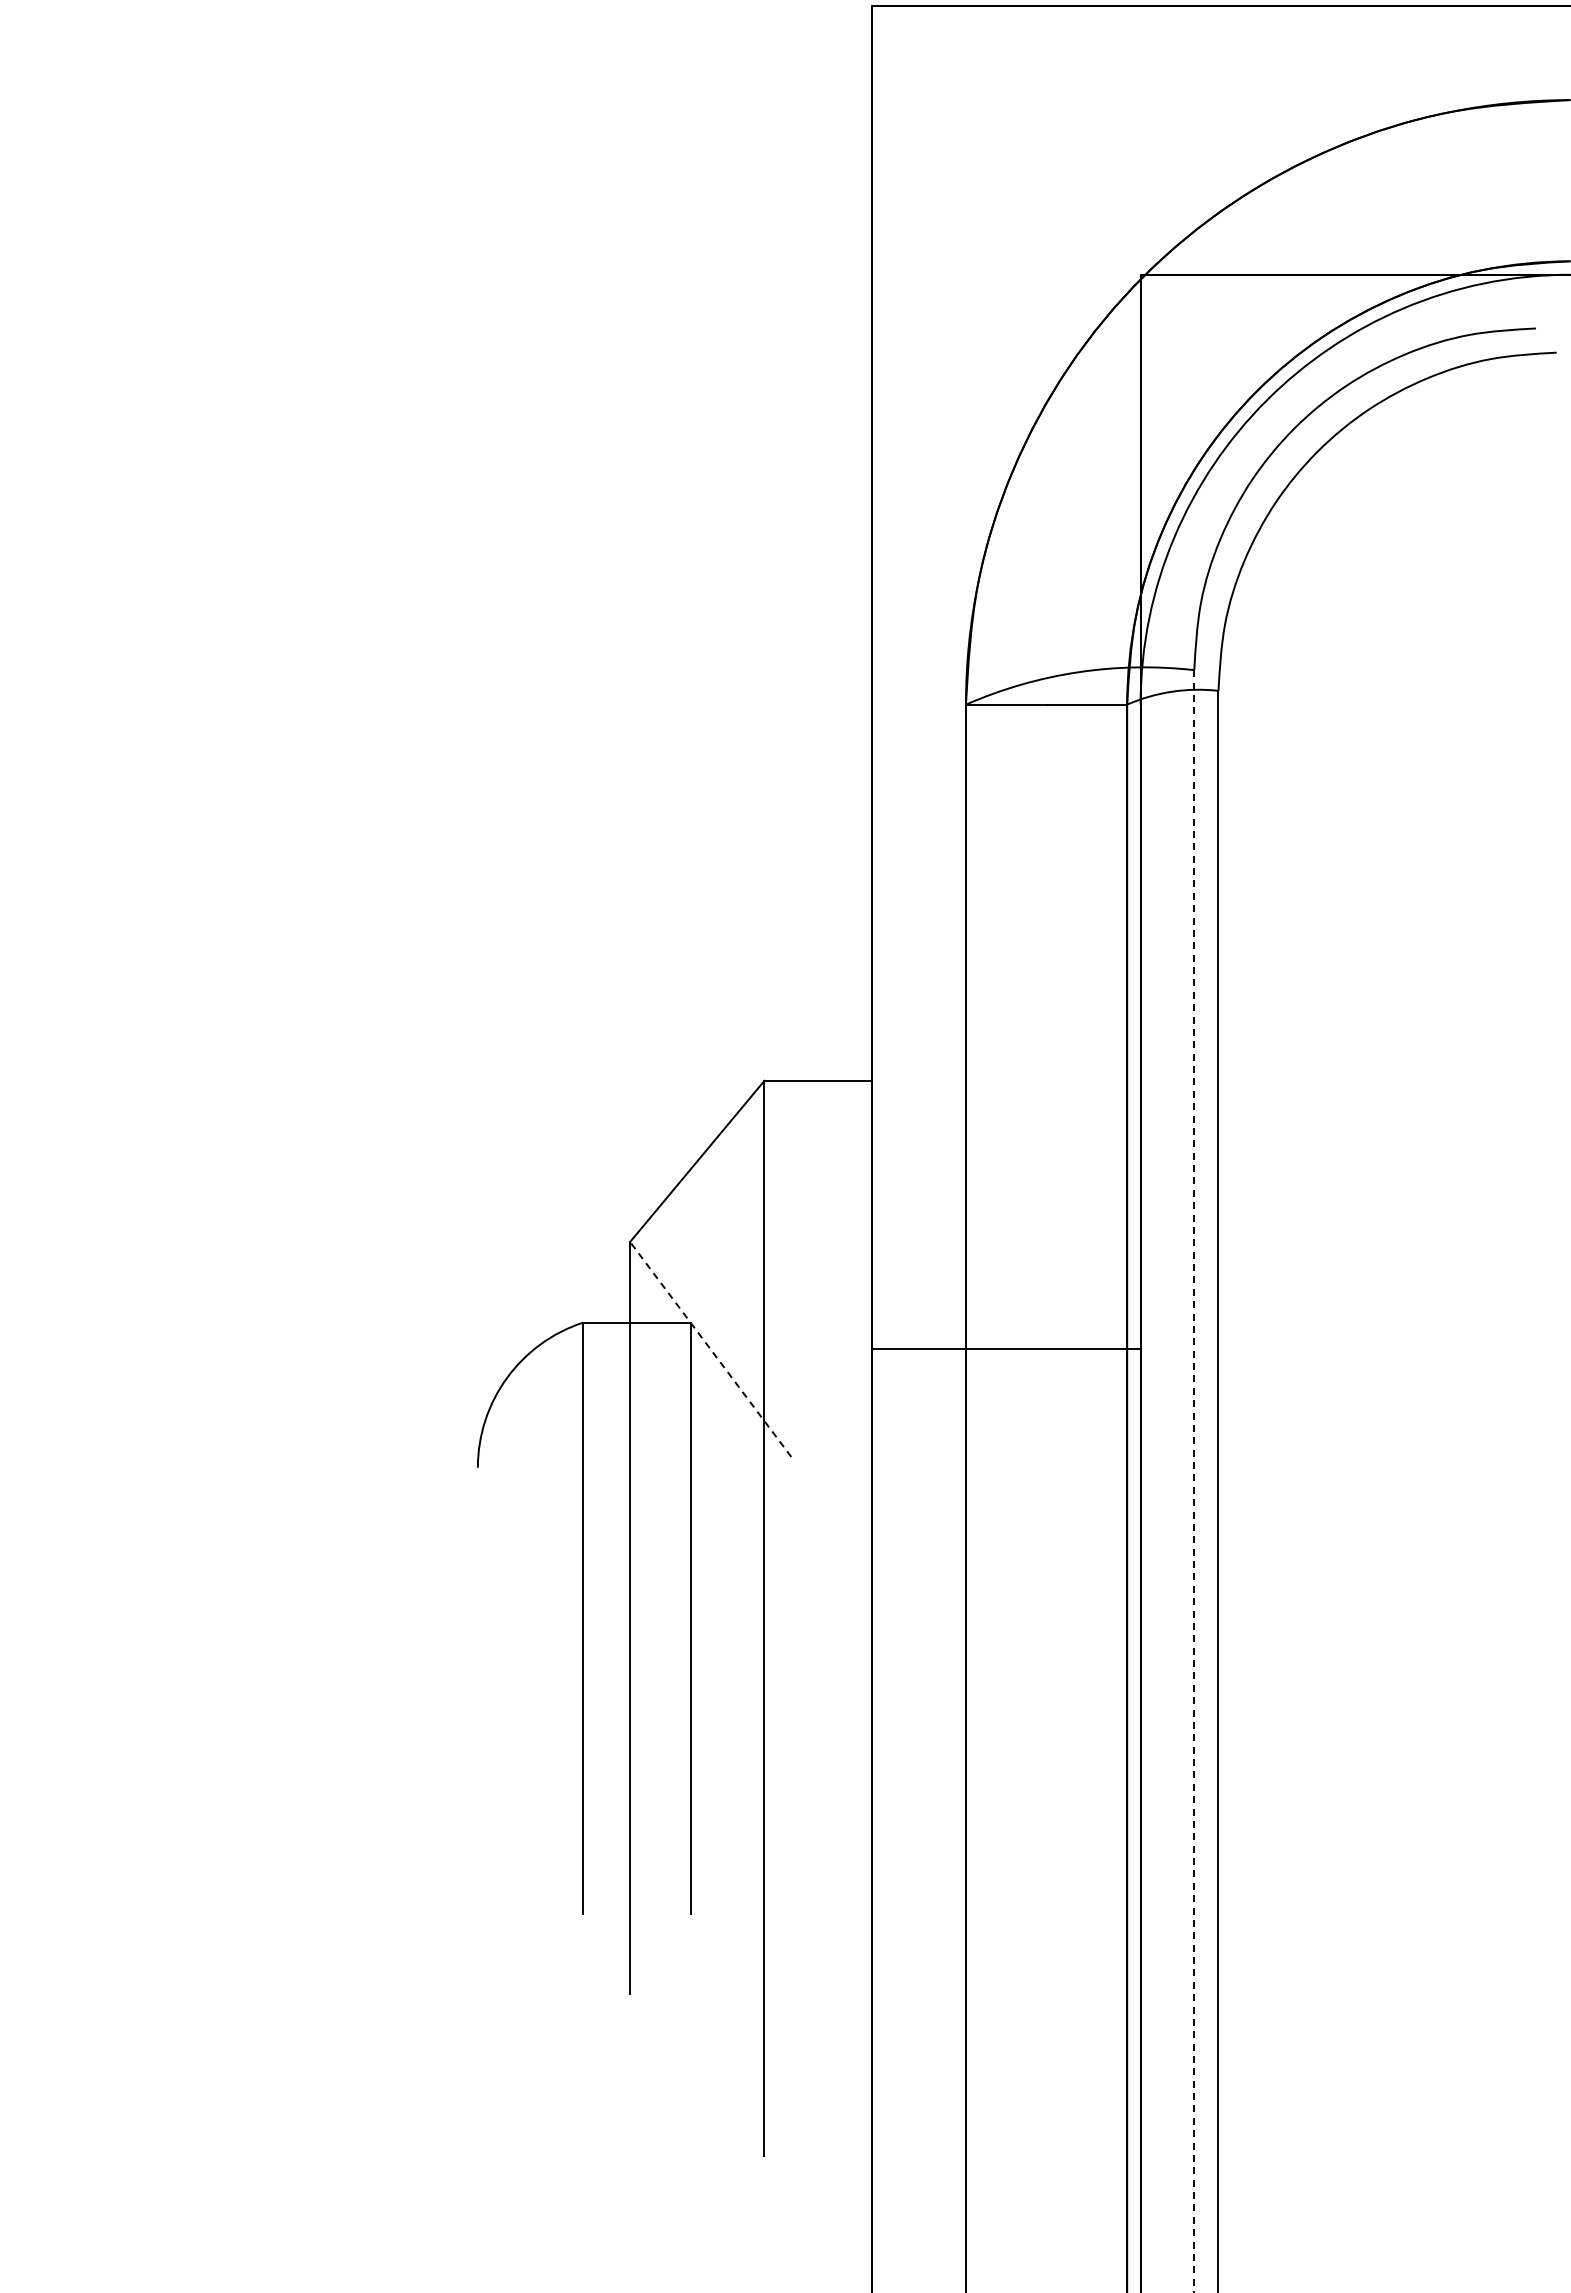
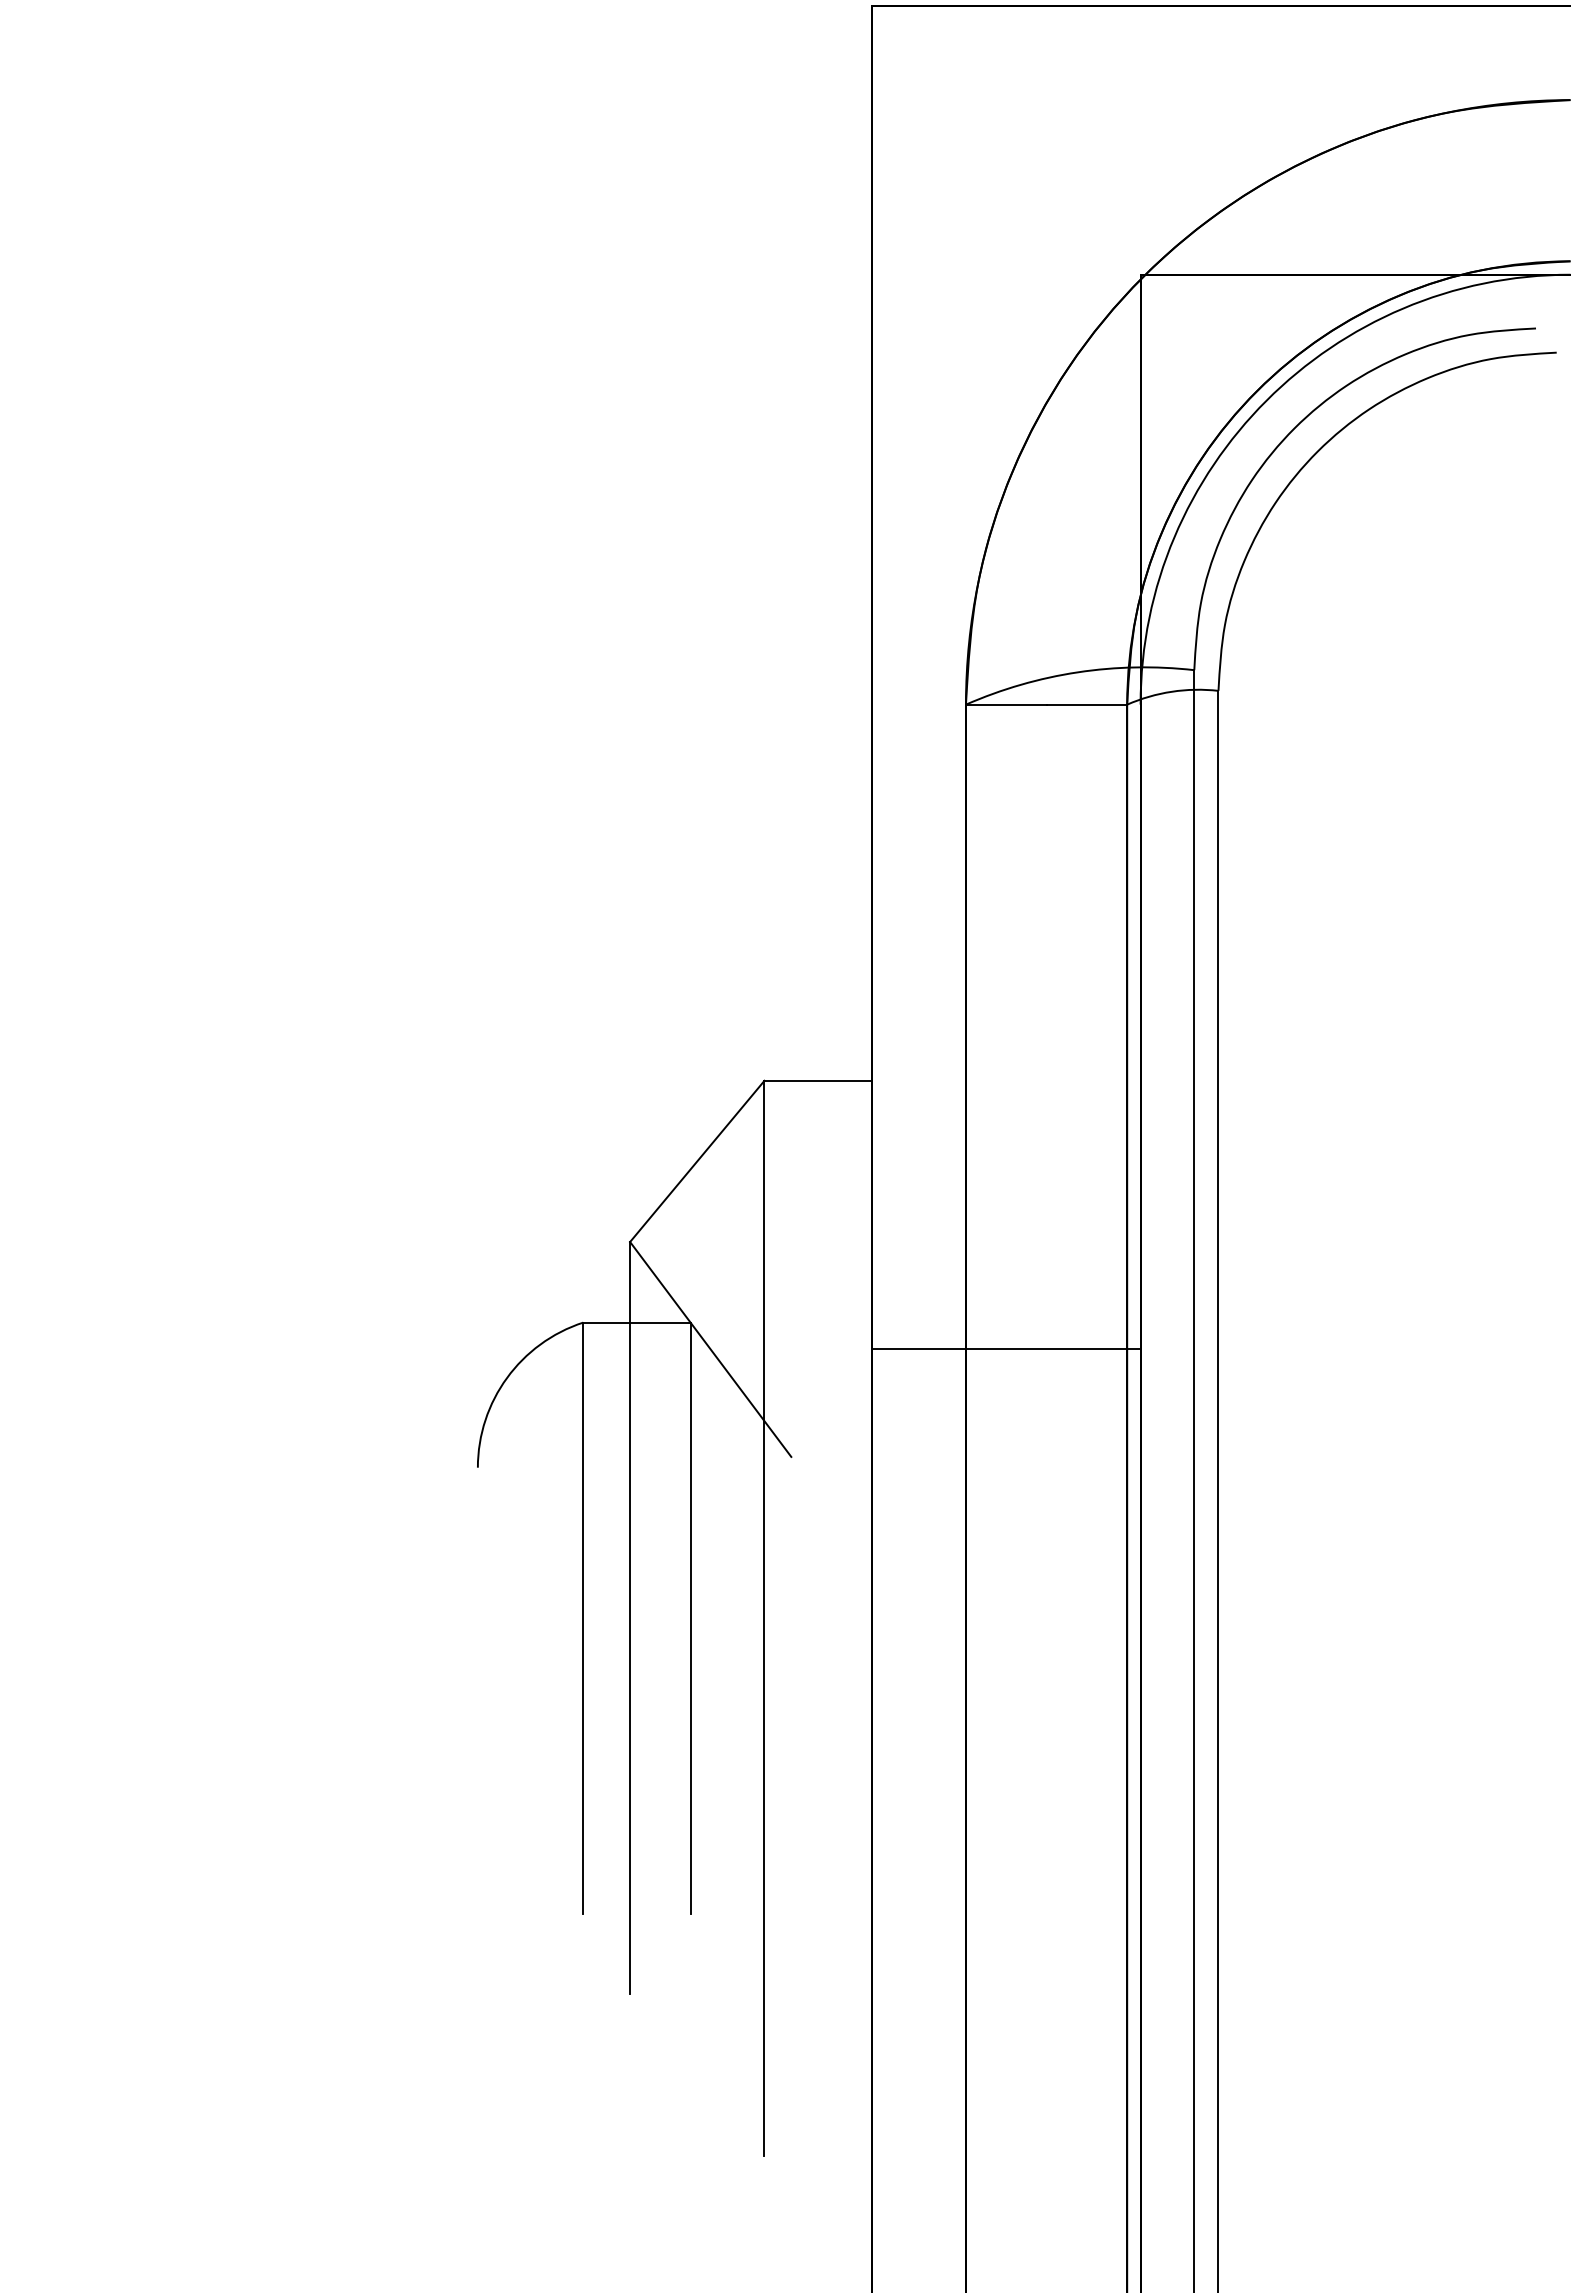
line at (710, 1349): dashed -> solid
line at (1194, 1482): dashed -> solid
